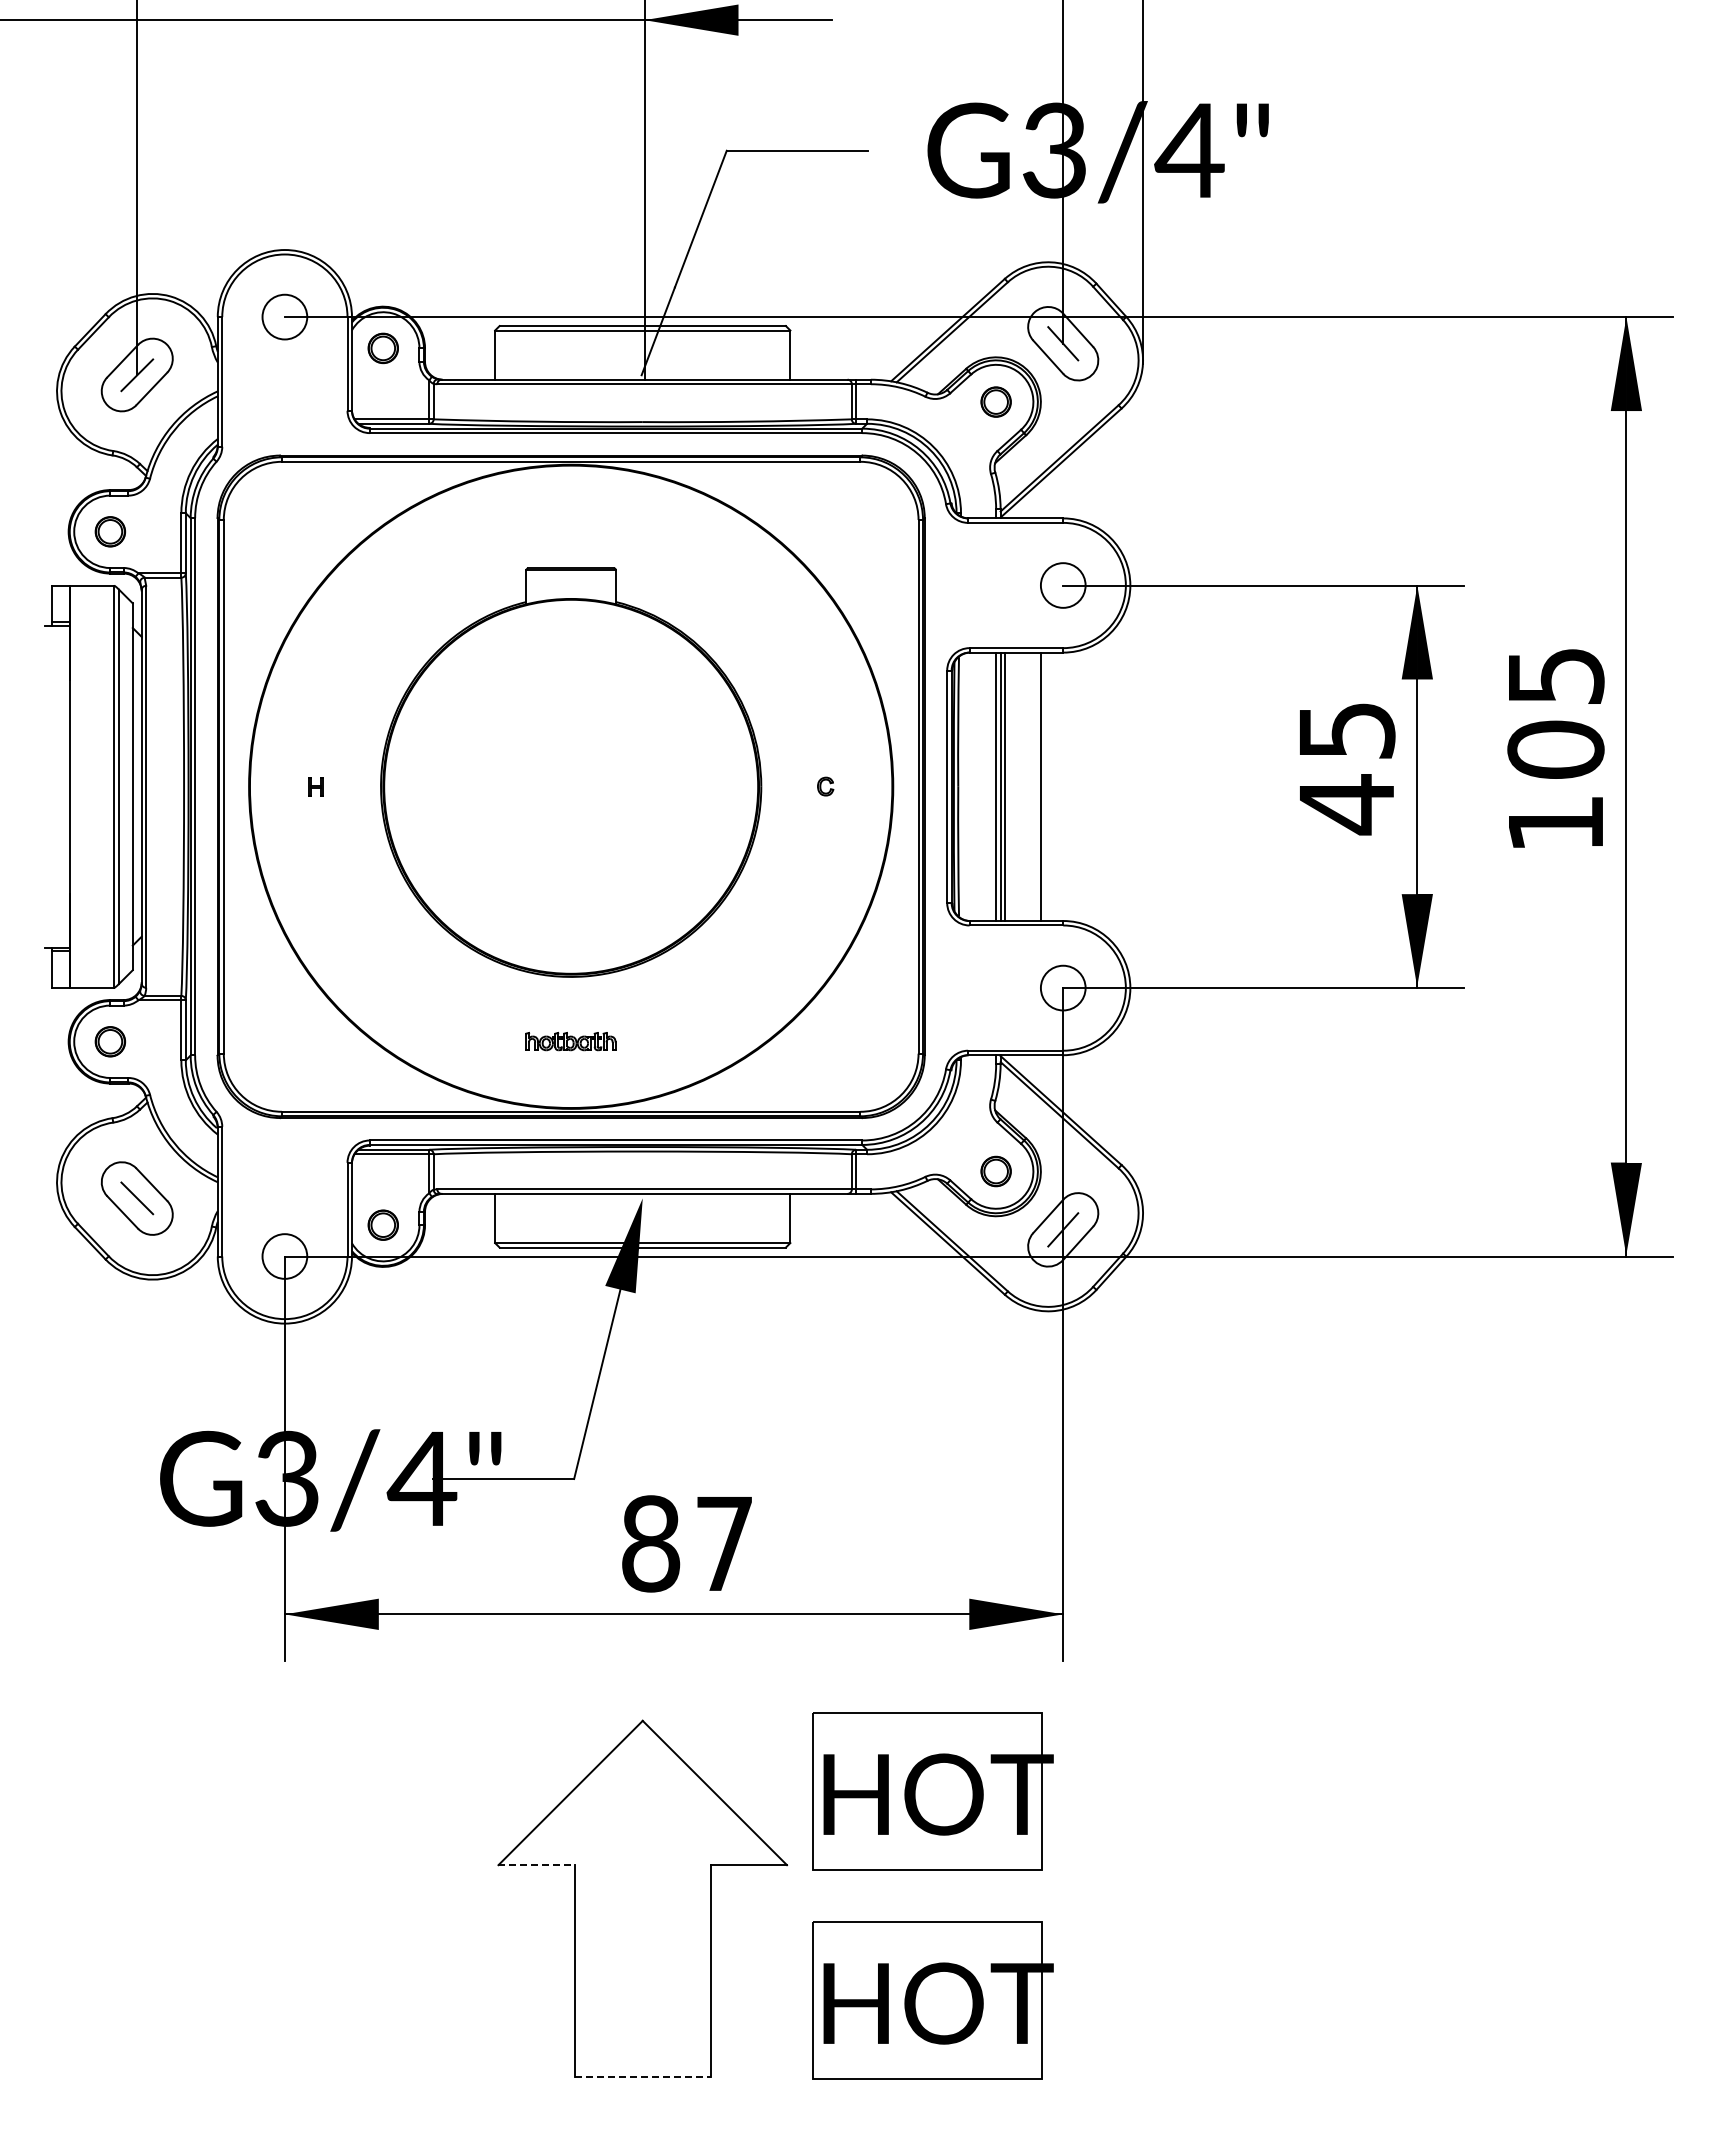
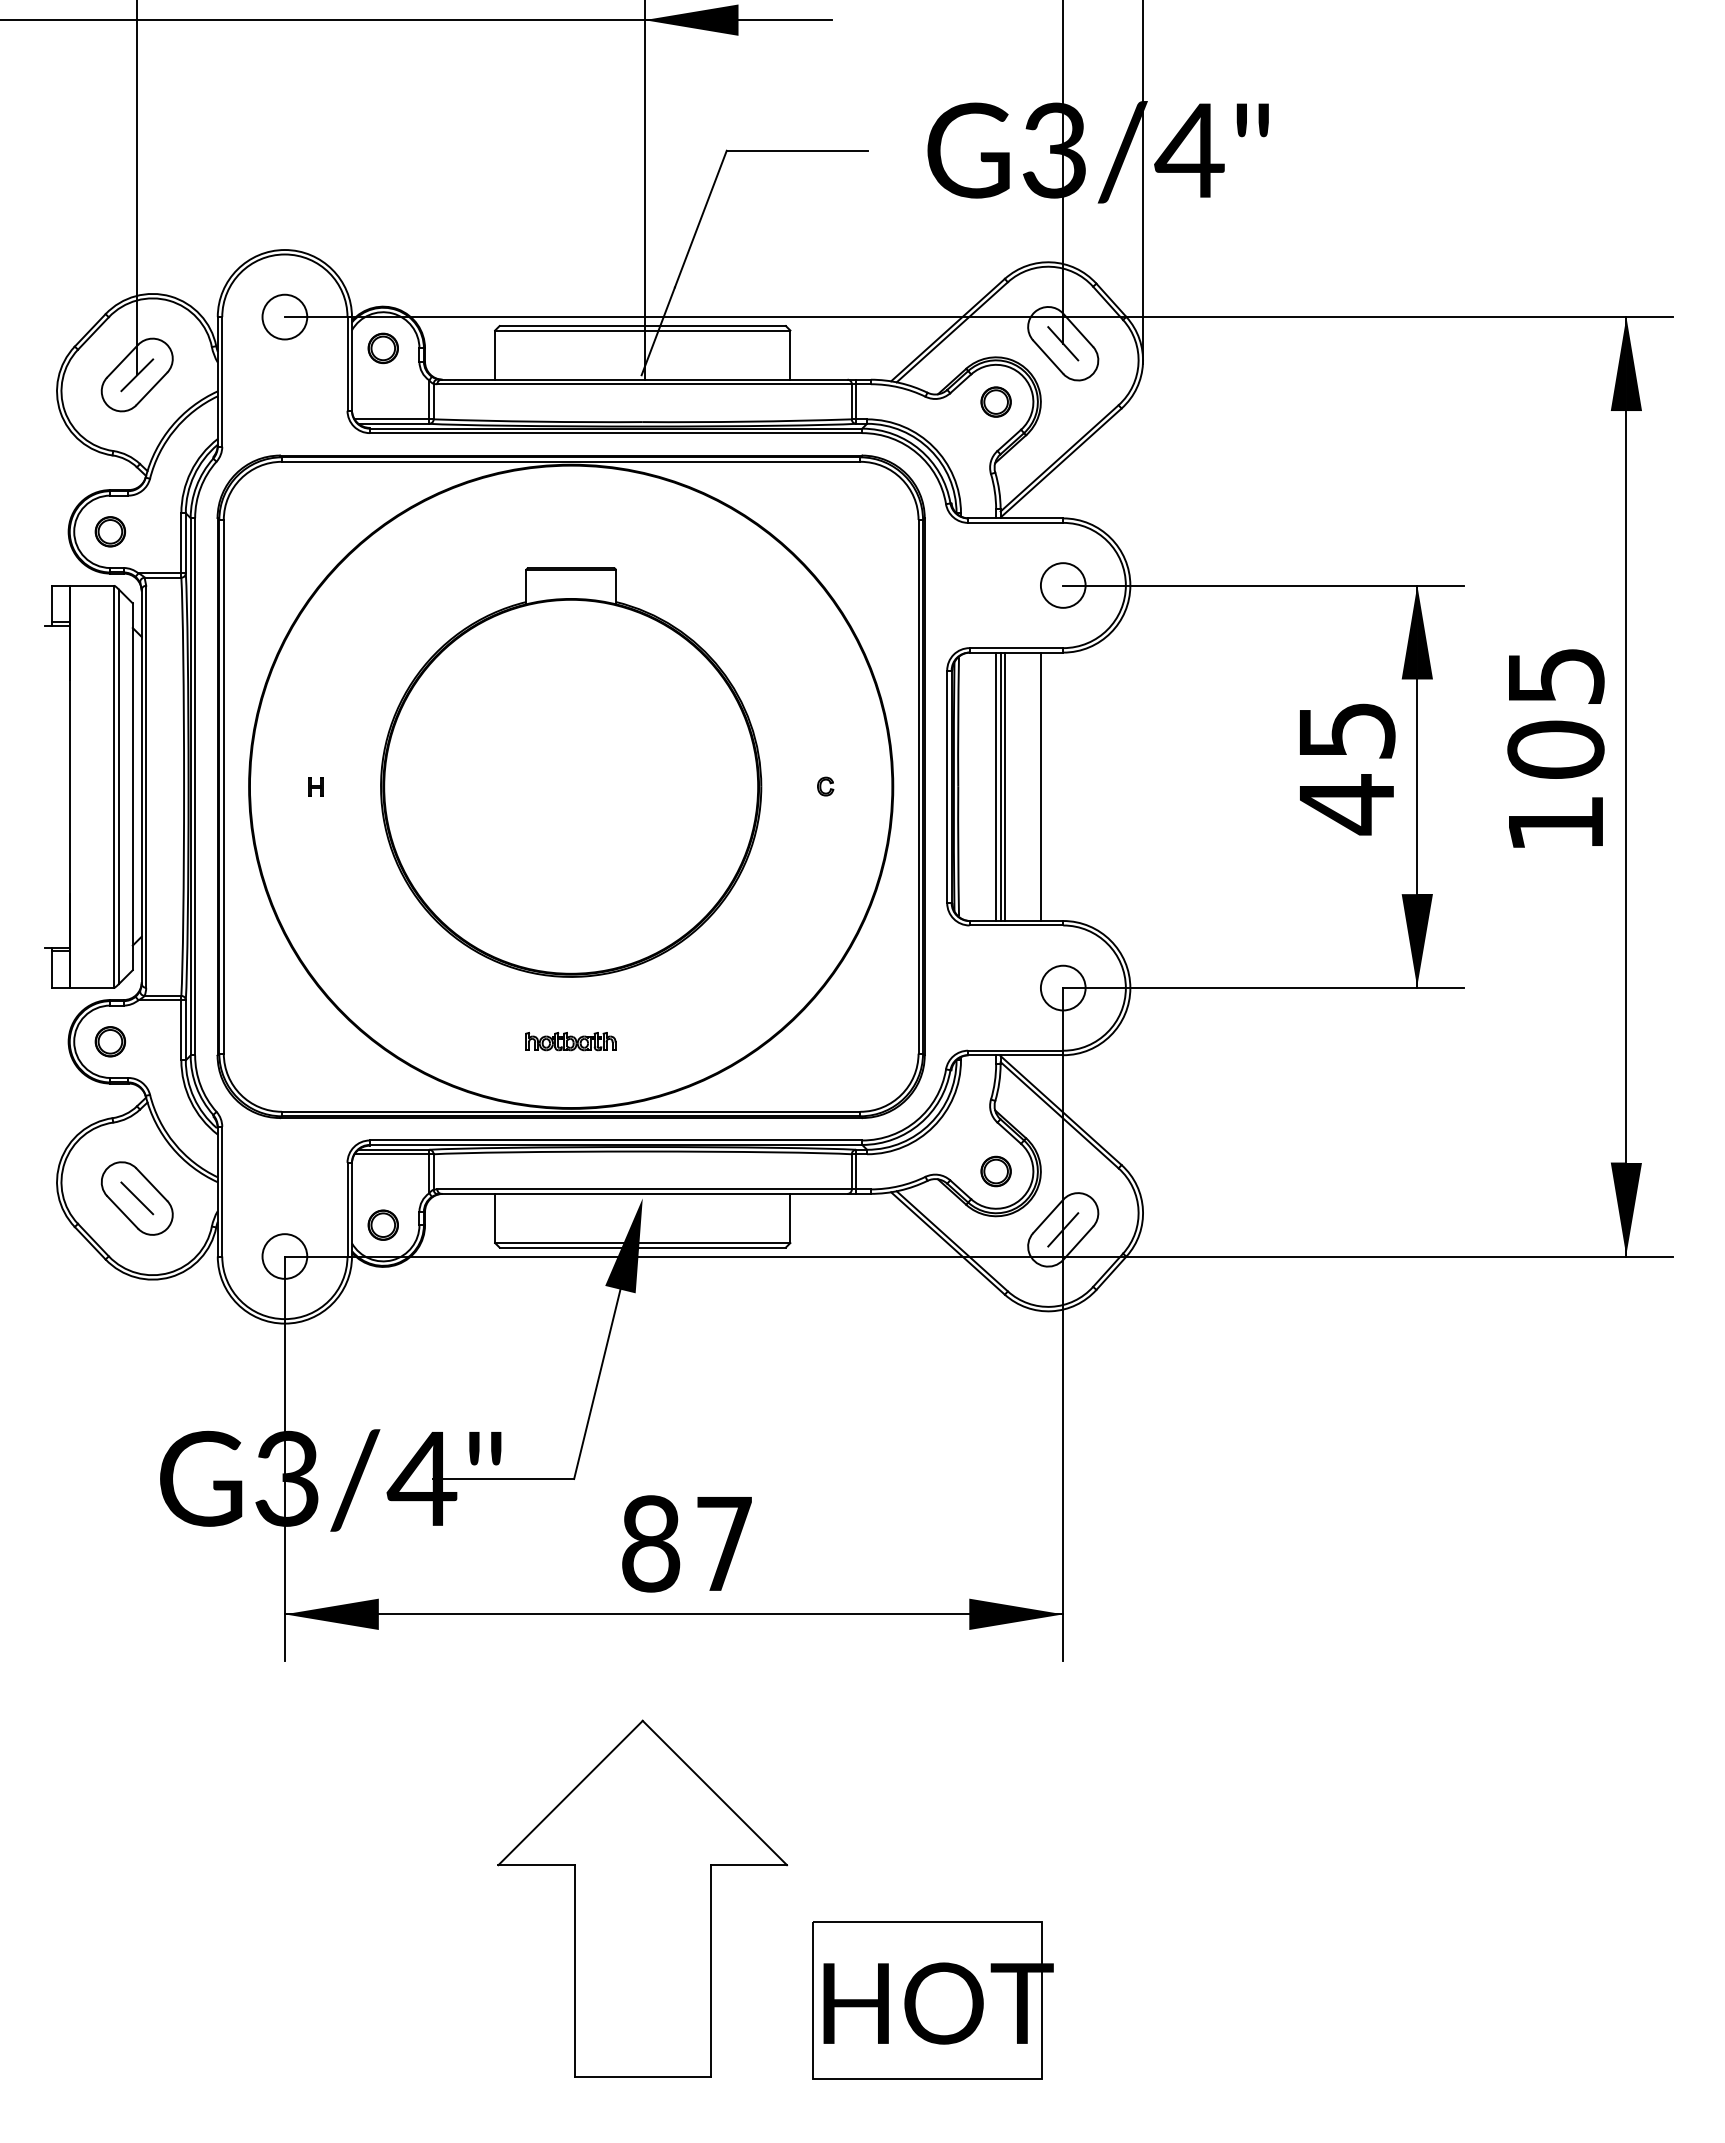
part at (932, 1791): present -> none
line at (537, 1865): dashed -> solid
line at (642, 2077): dashed -> solid
